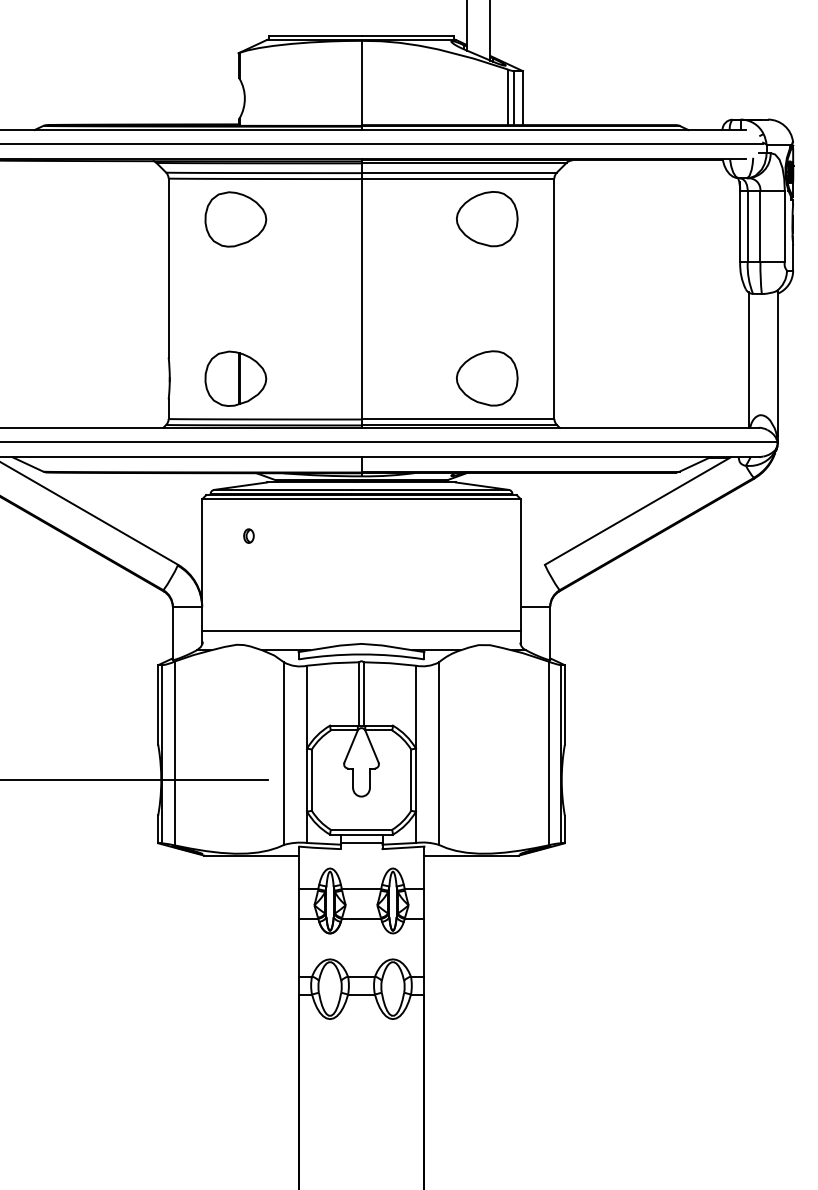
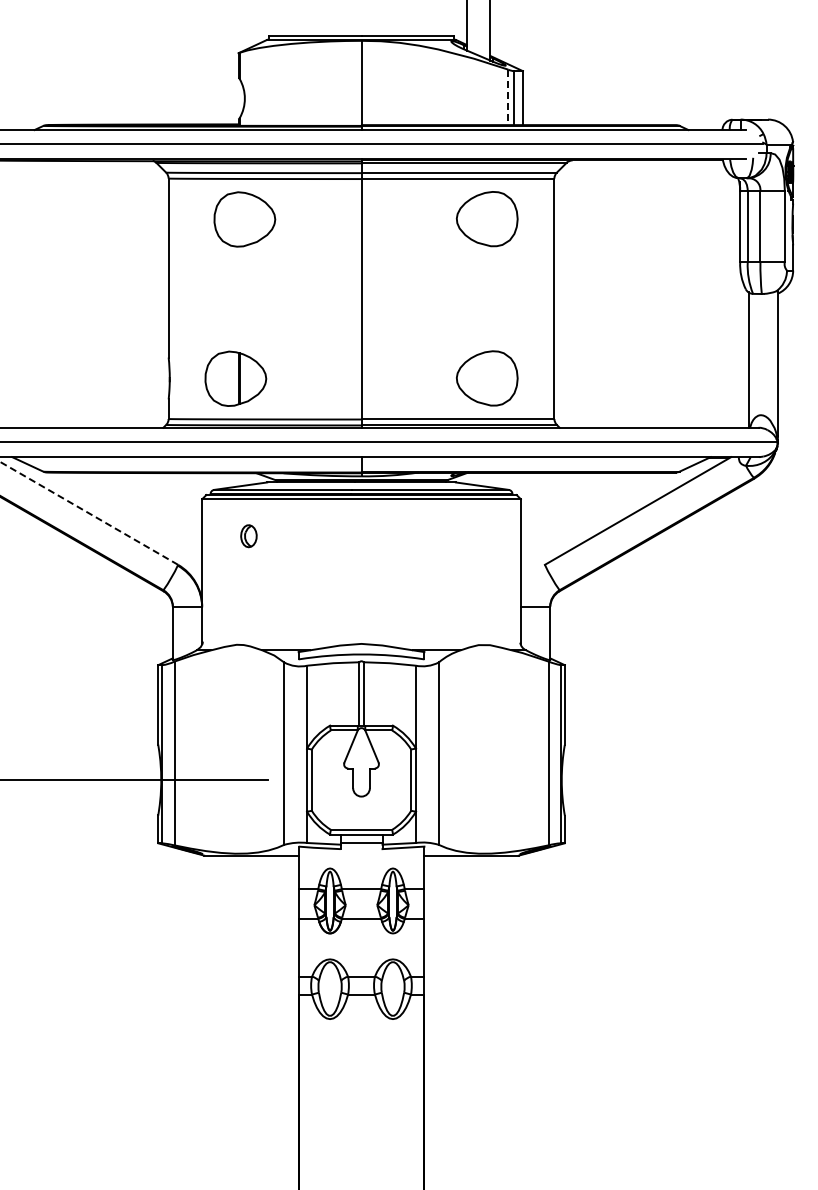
line at (508, 97): solid -> dashed
part at (235, 219) position: (235, 219) -> (244, 219)
line at (89, 513): solid -> dashed
part at (248, 535) size: 12x16 px -> 18x25 px
line at (361, 631): present -> none
